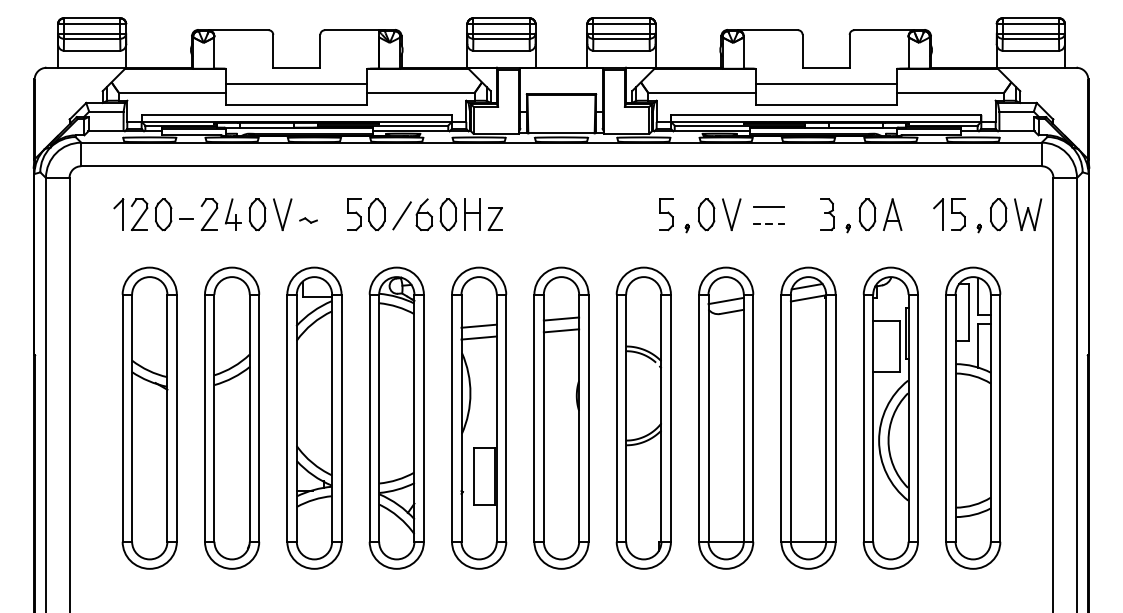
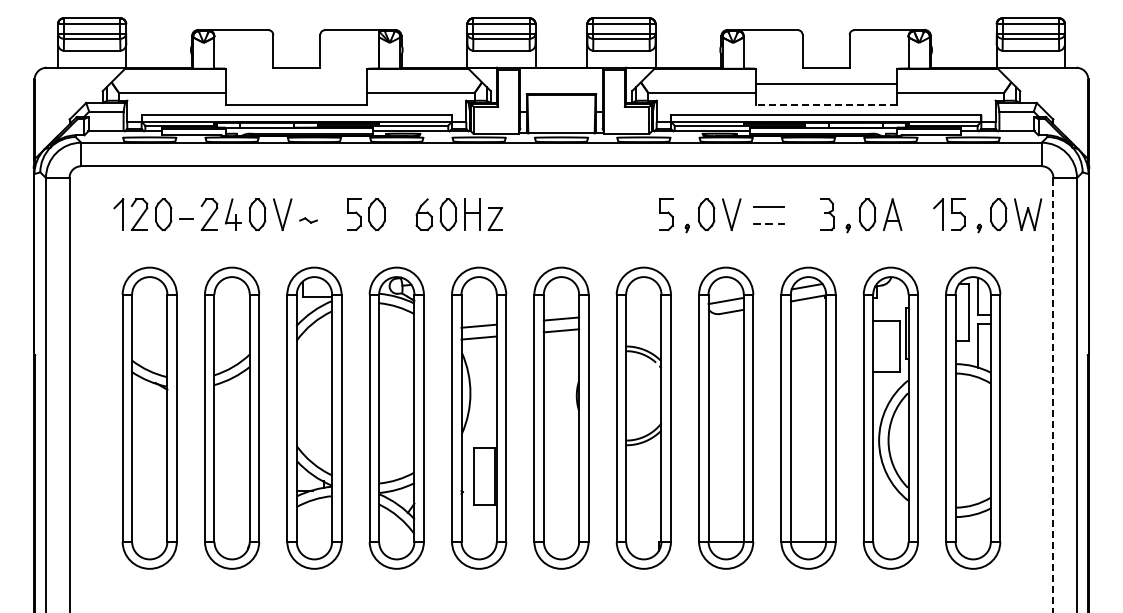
line at (296, 84): present -> none
line at (826, 105): solid -> dashed
line at (401, 215): present -> none
line at (1053, 394): solid -> dashed
